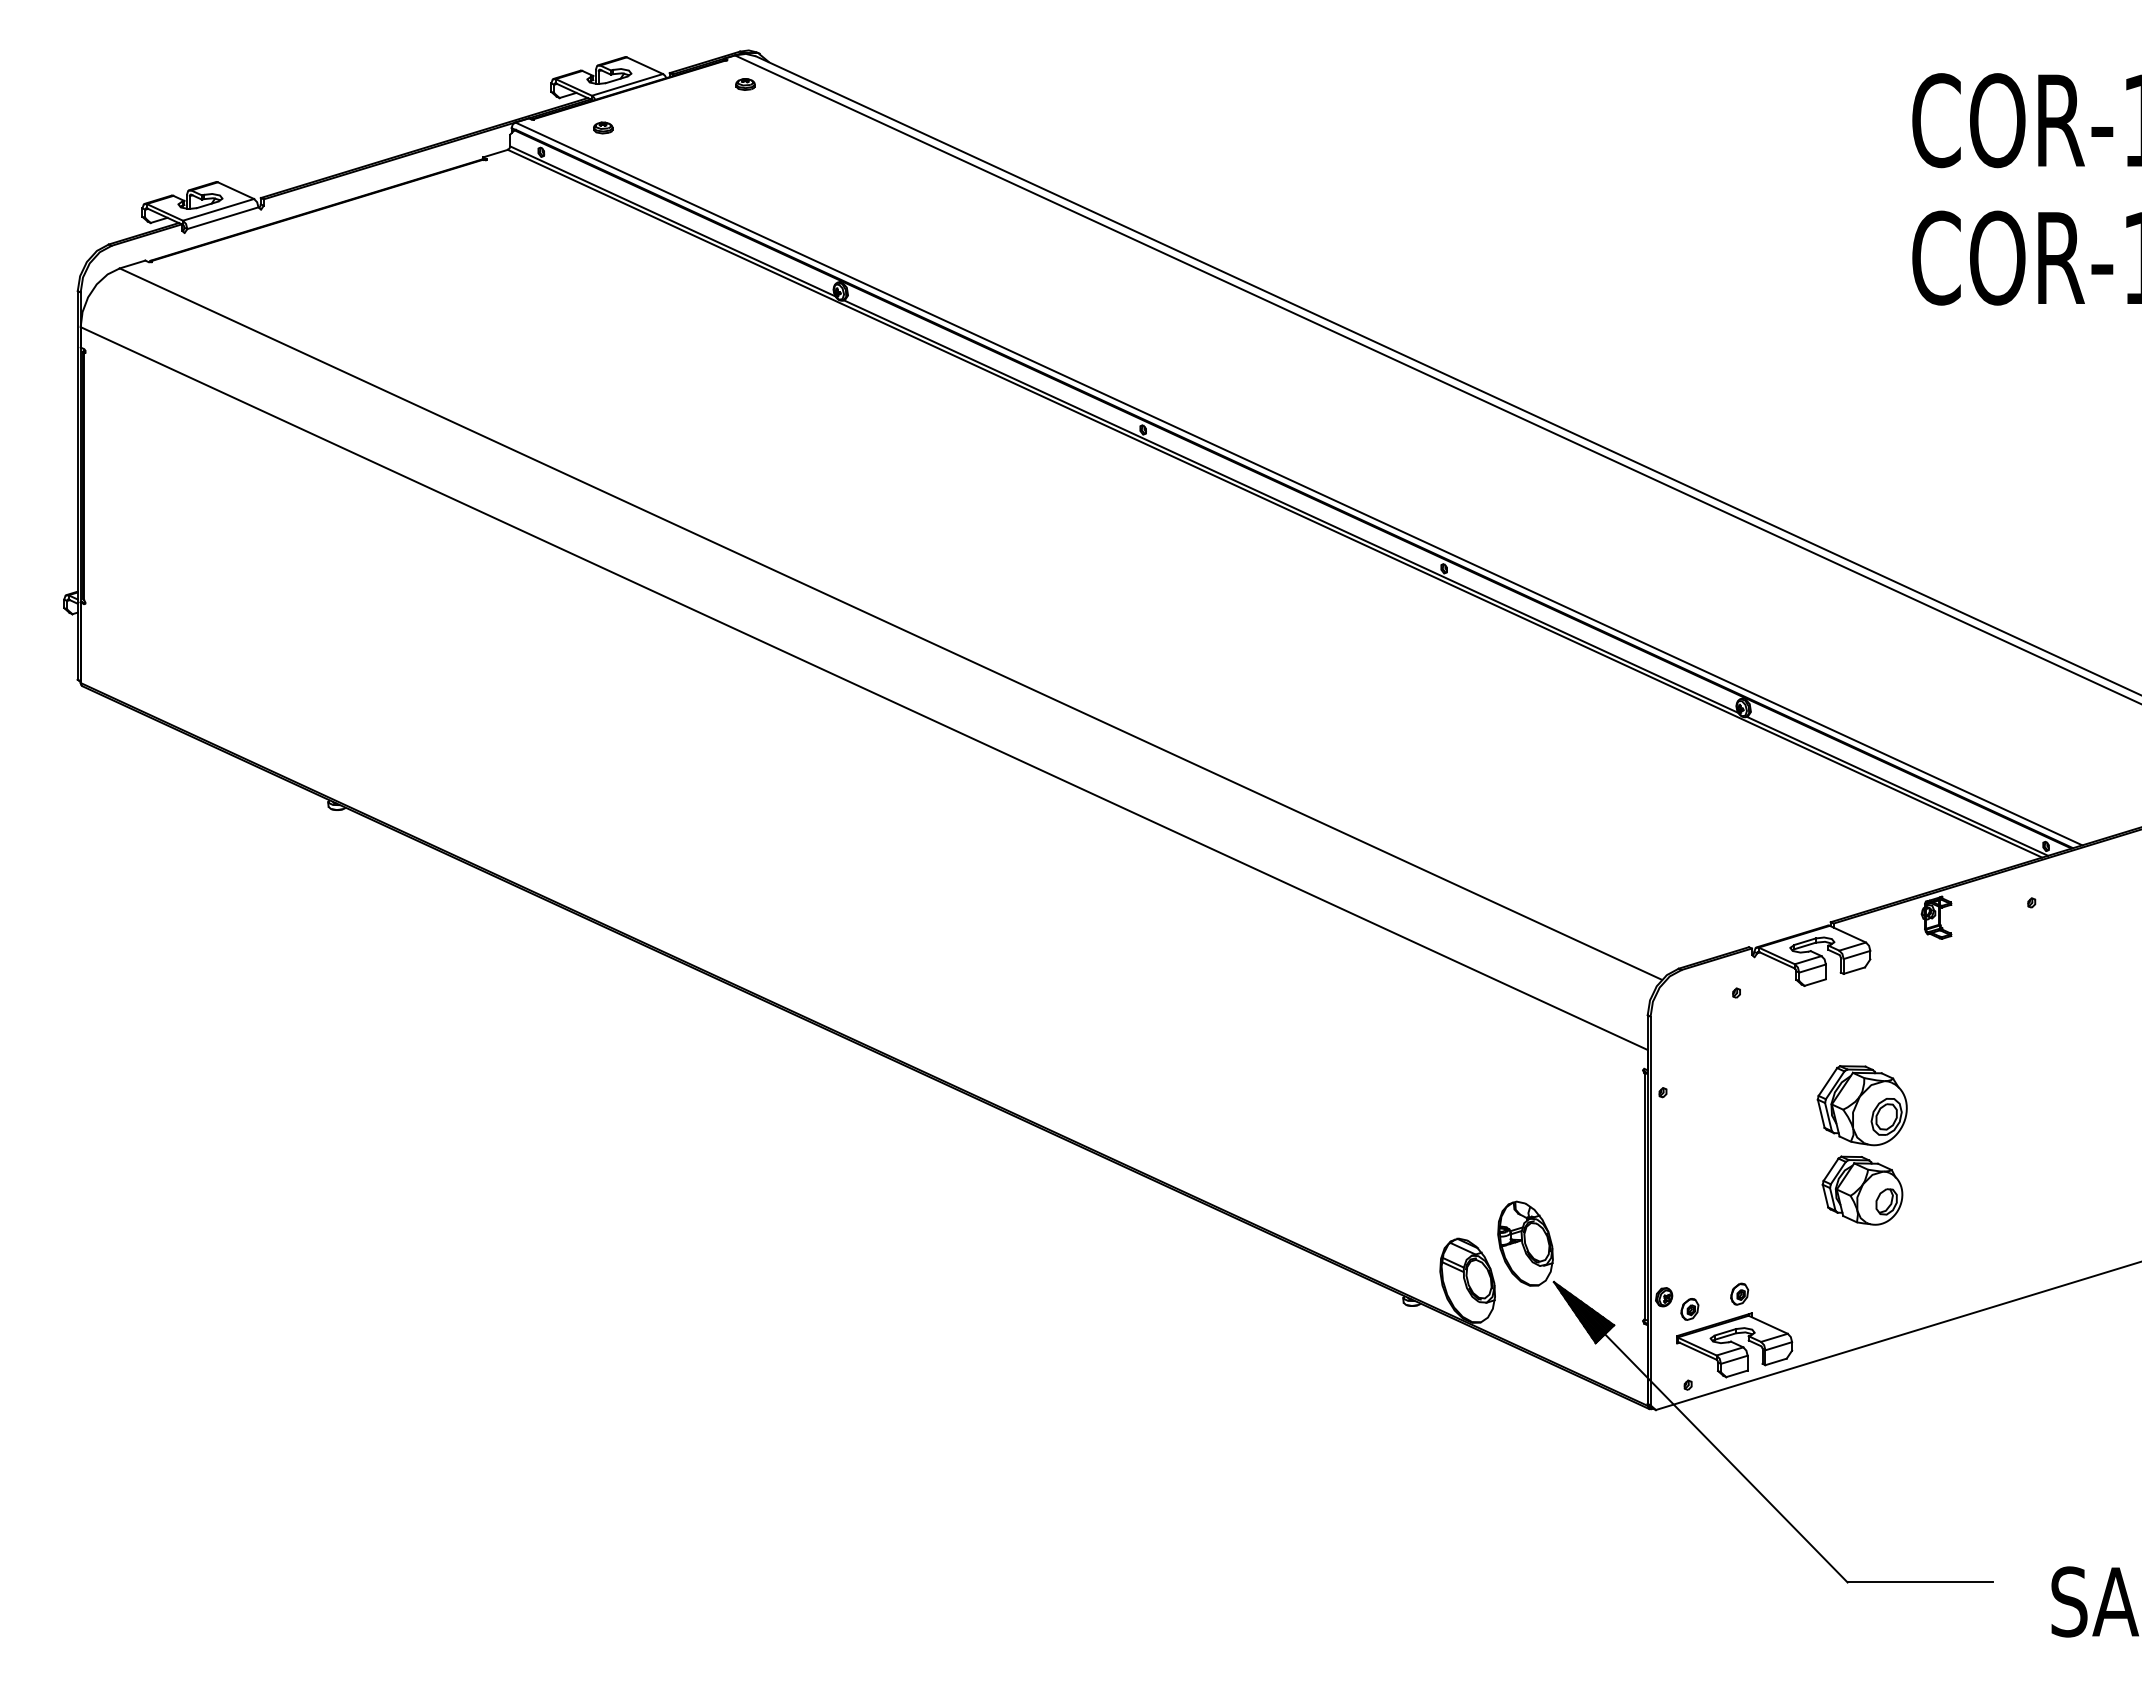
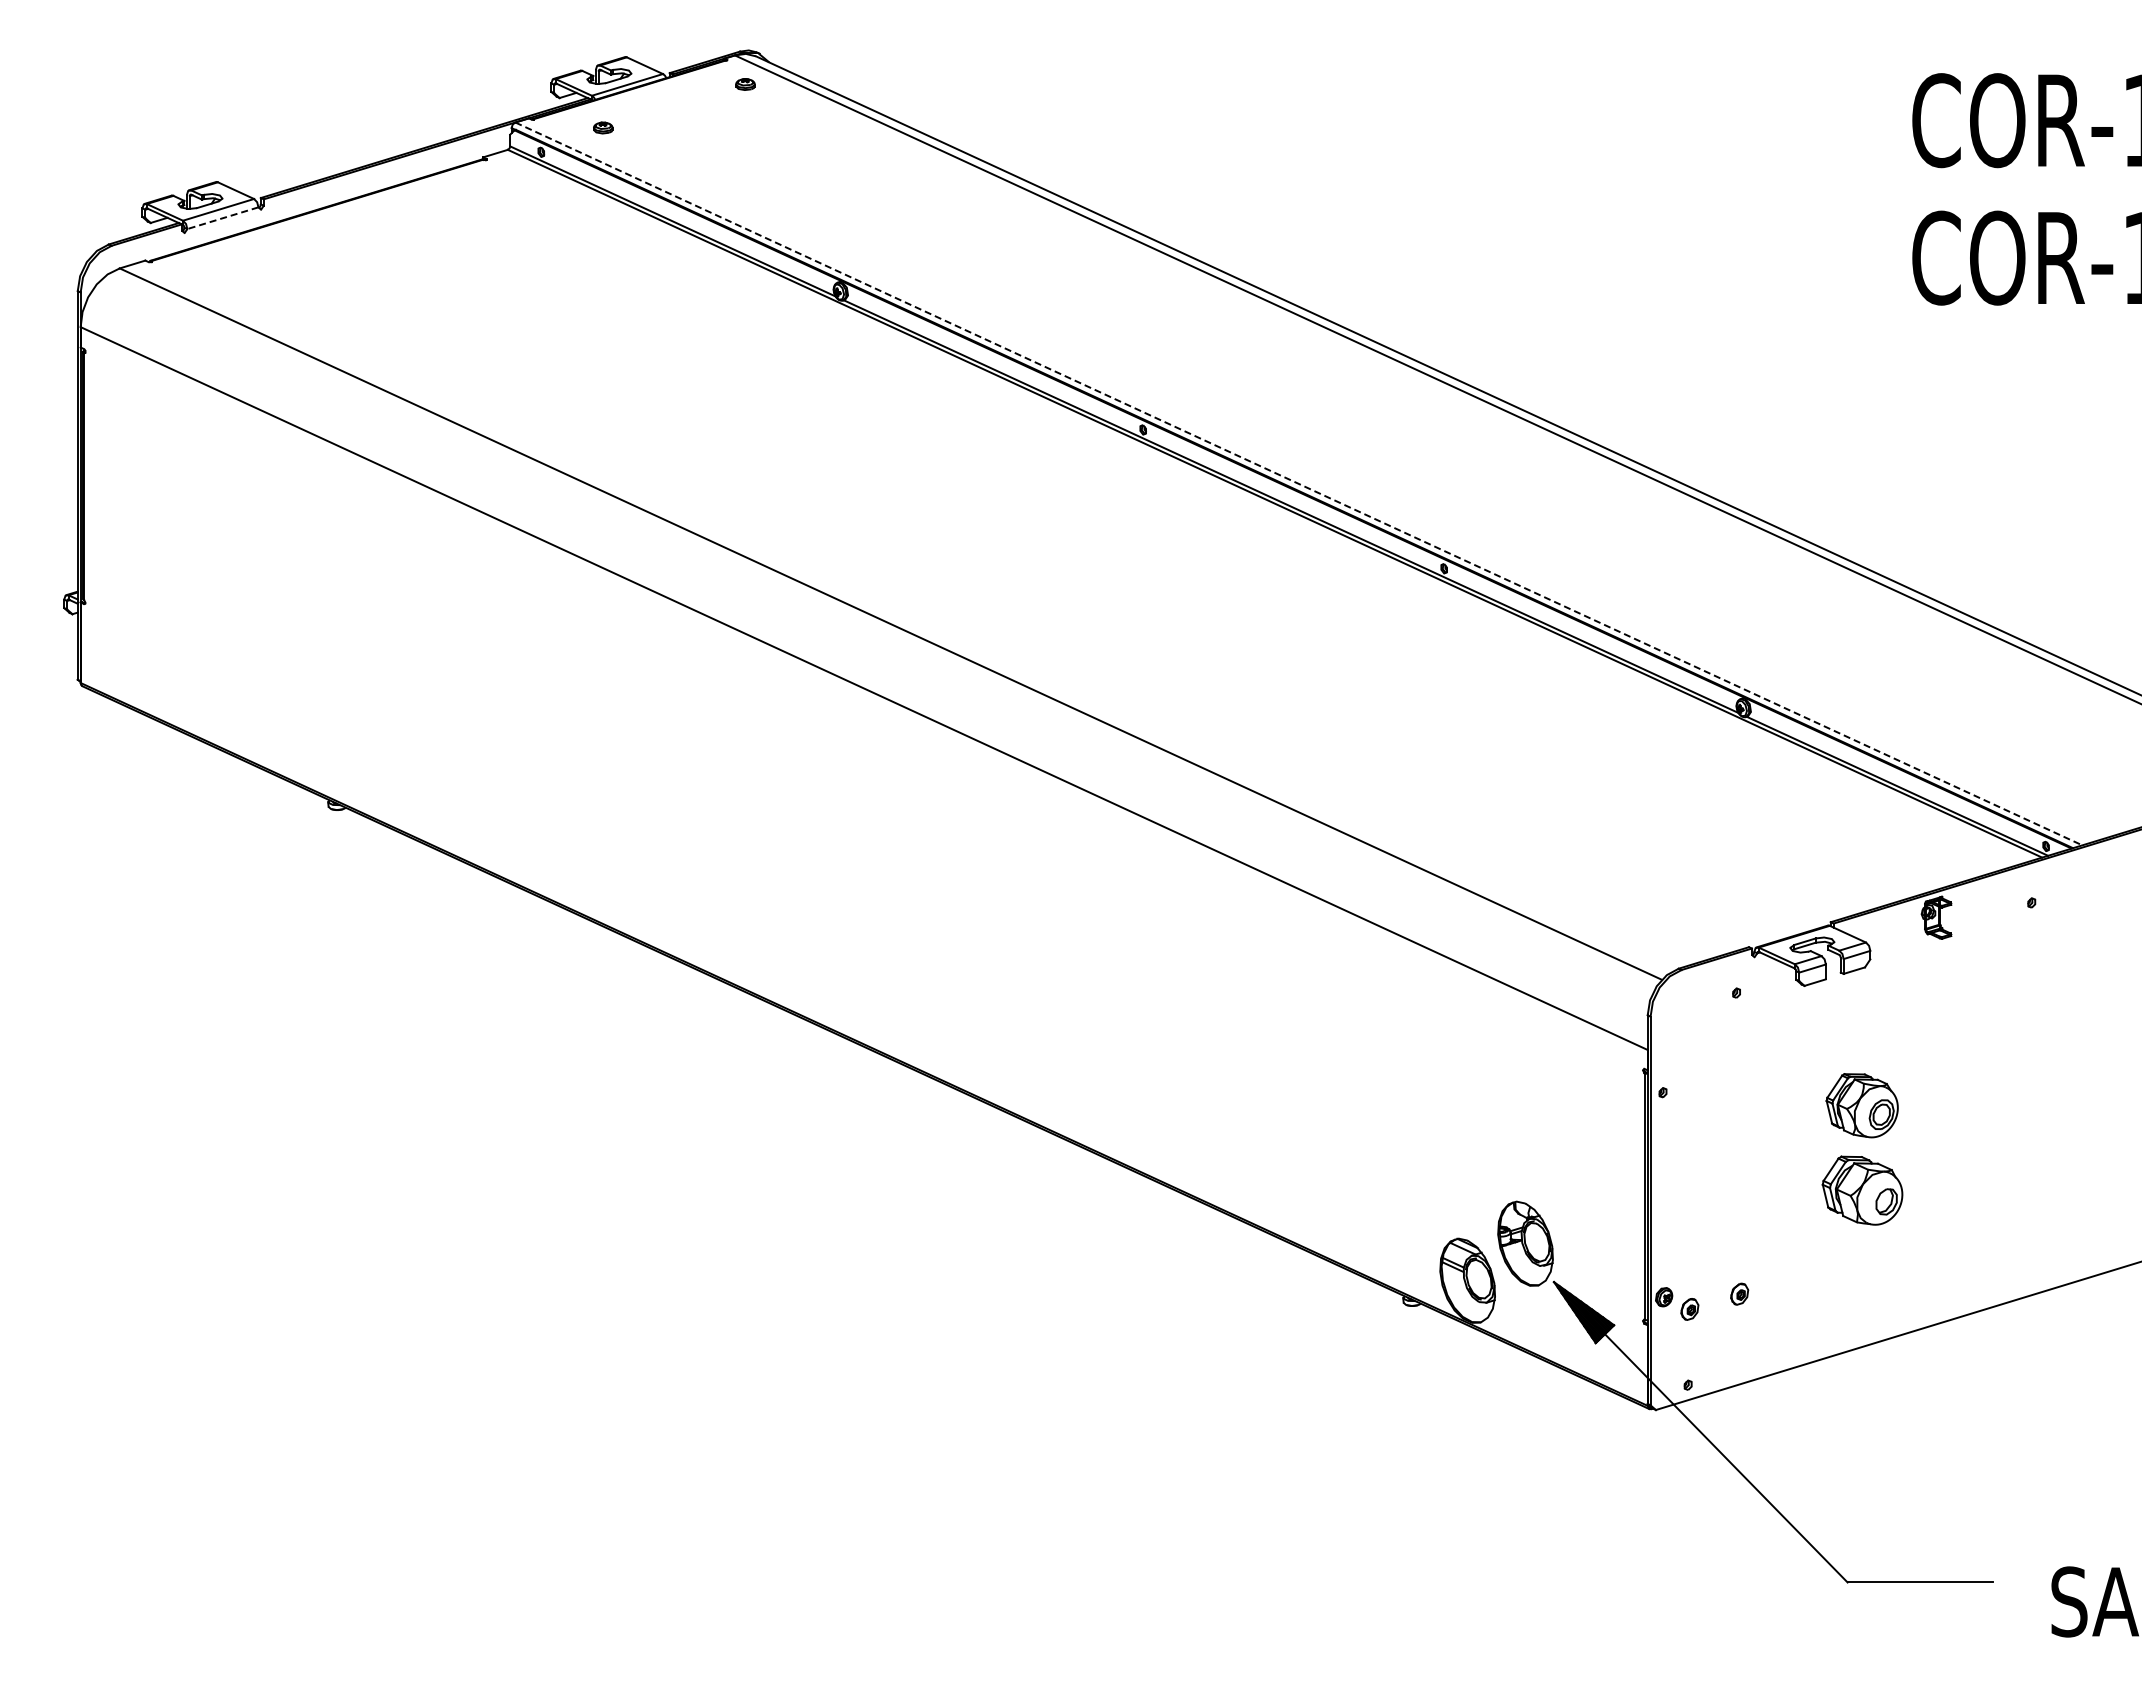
line at (222, 218): solid -> dashed
line at (1298, 483): solid -> dashed
part at (1861, 1105) size: 92x82 px -> 74x66 px
part at (1734, 1345): present -> none
